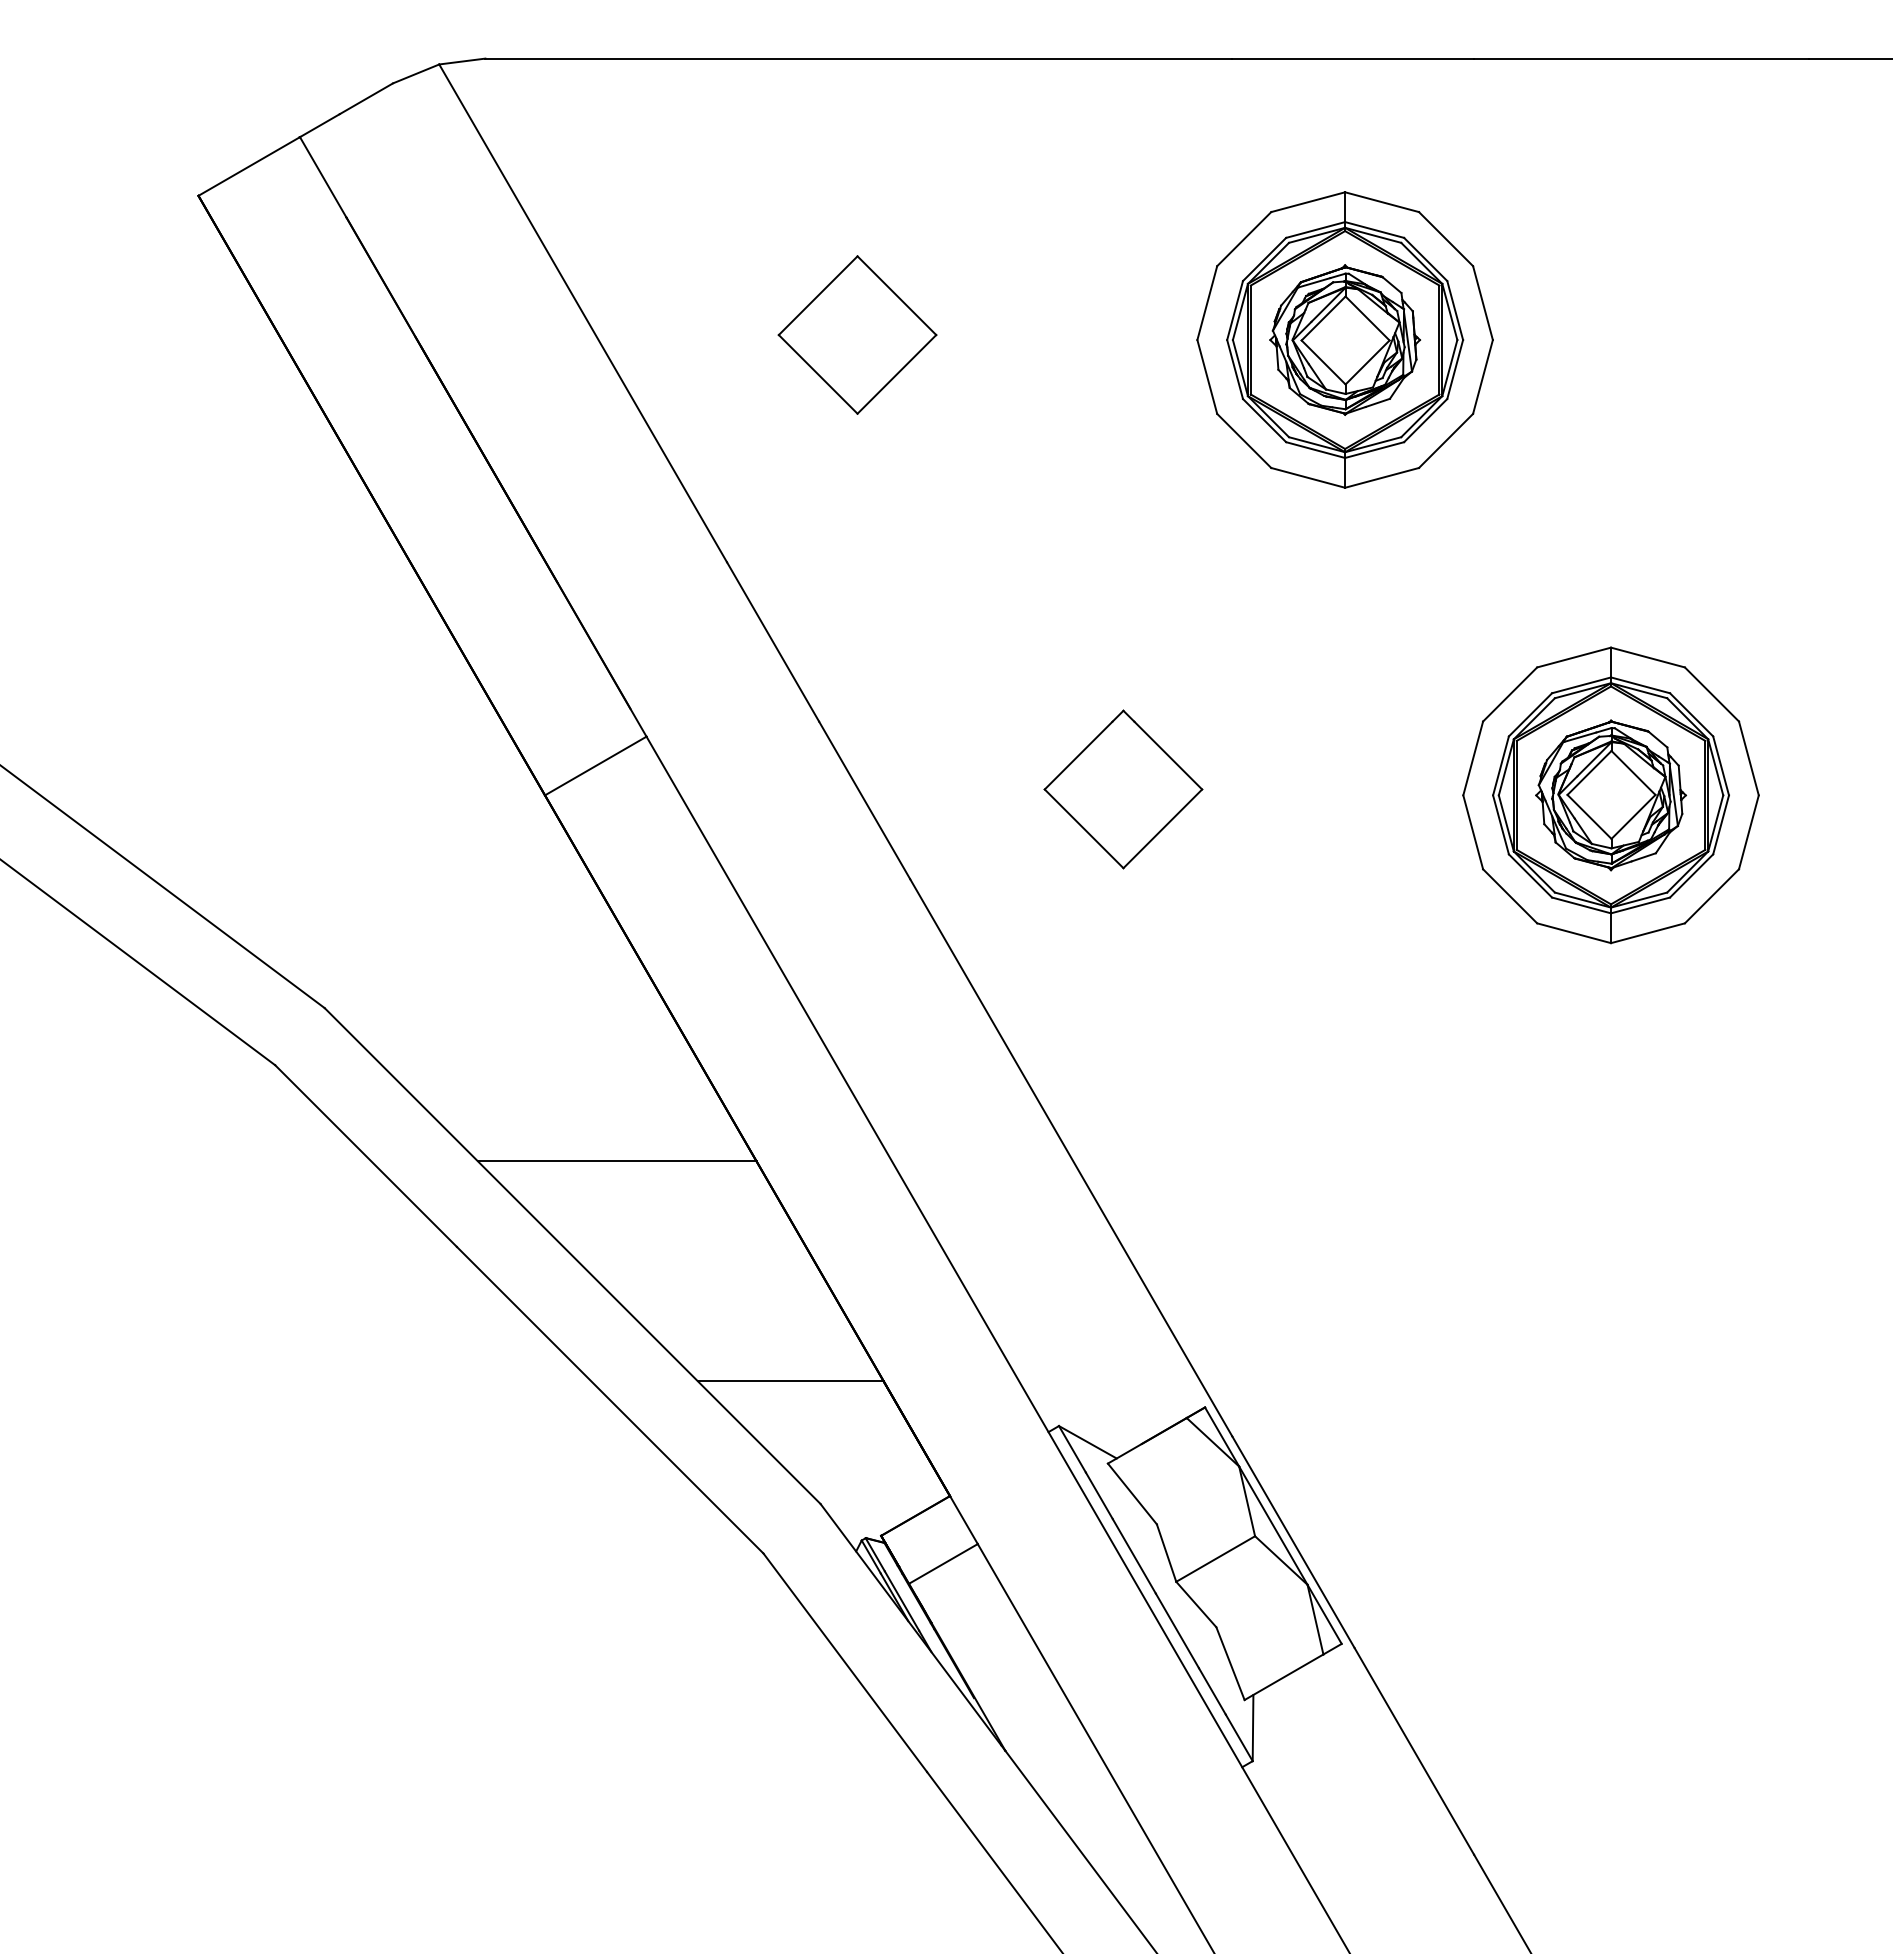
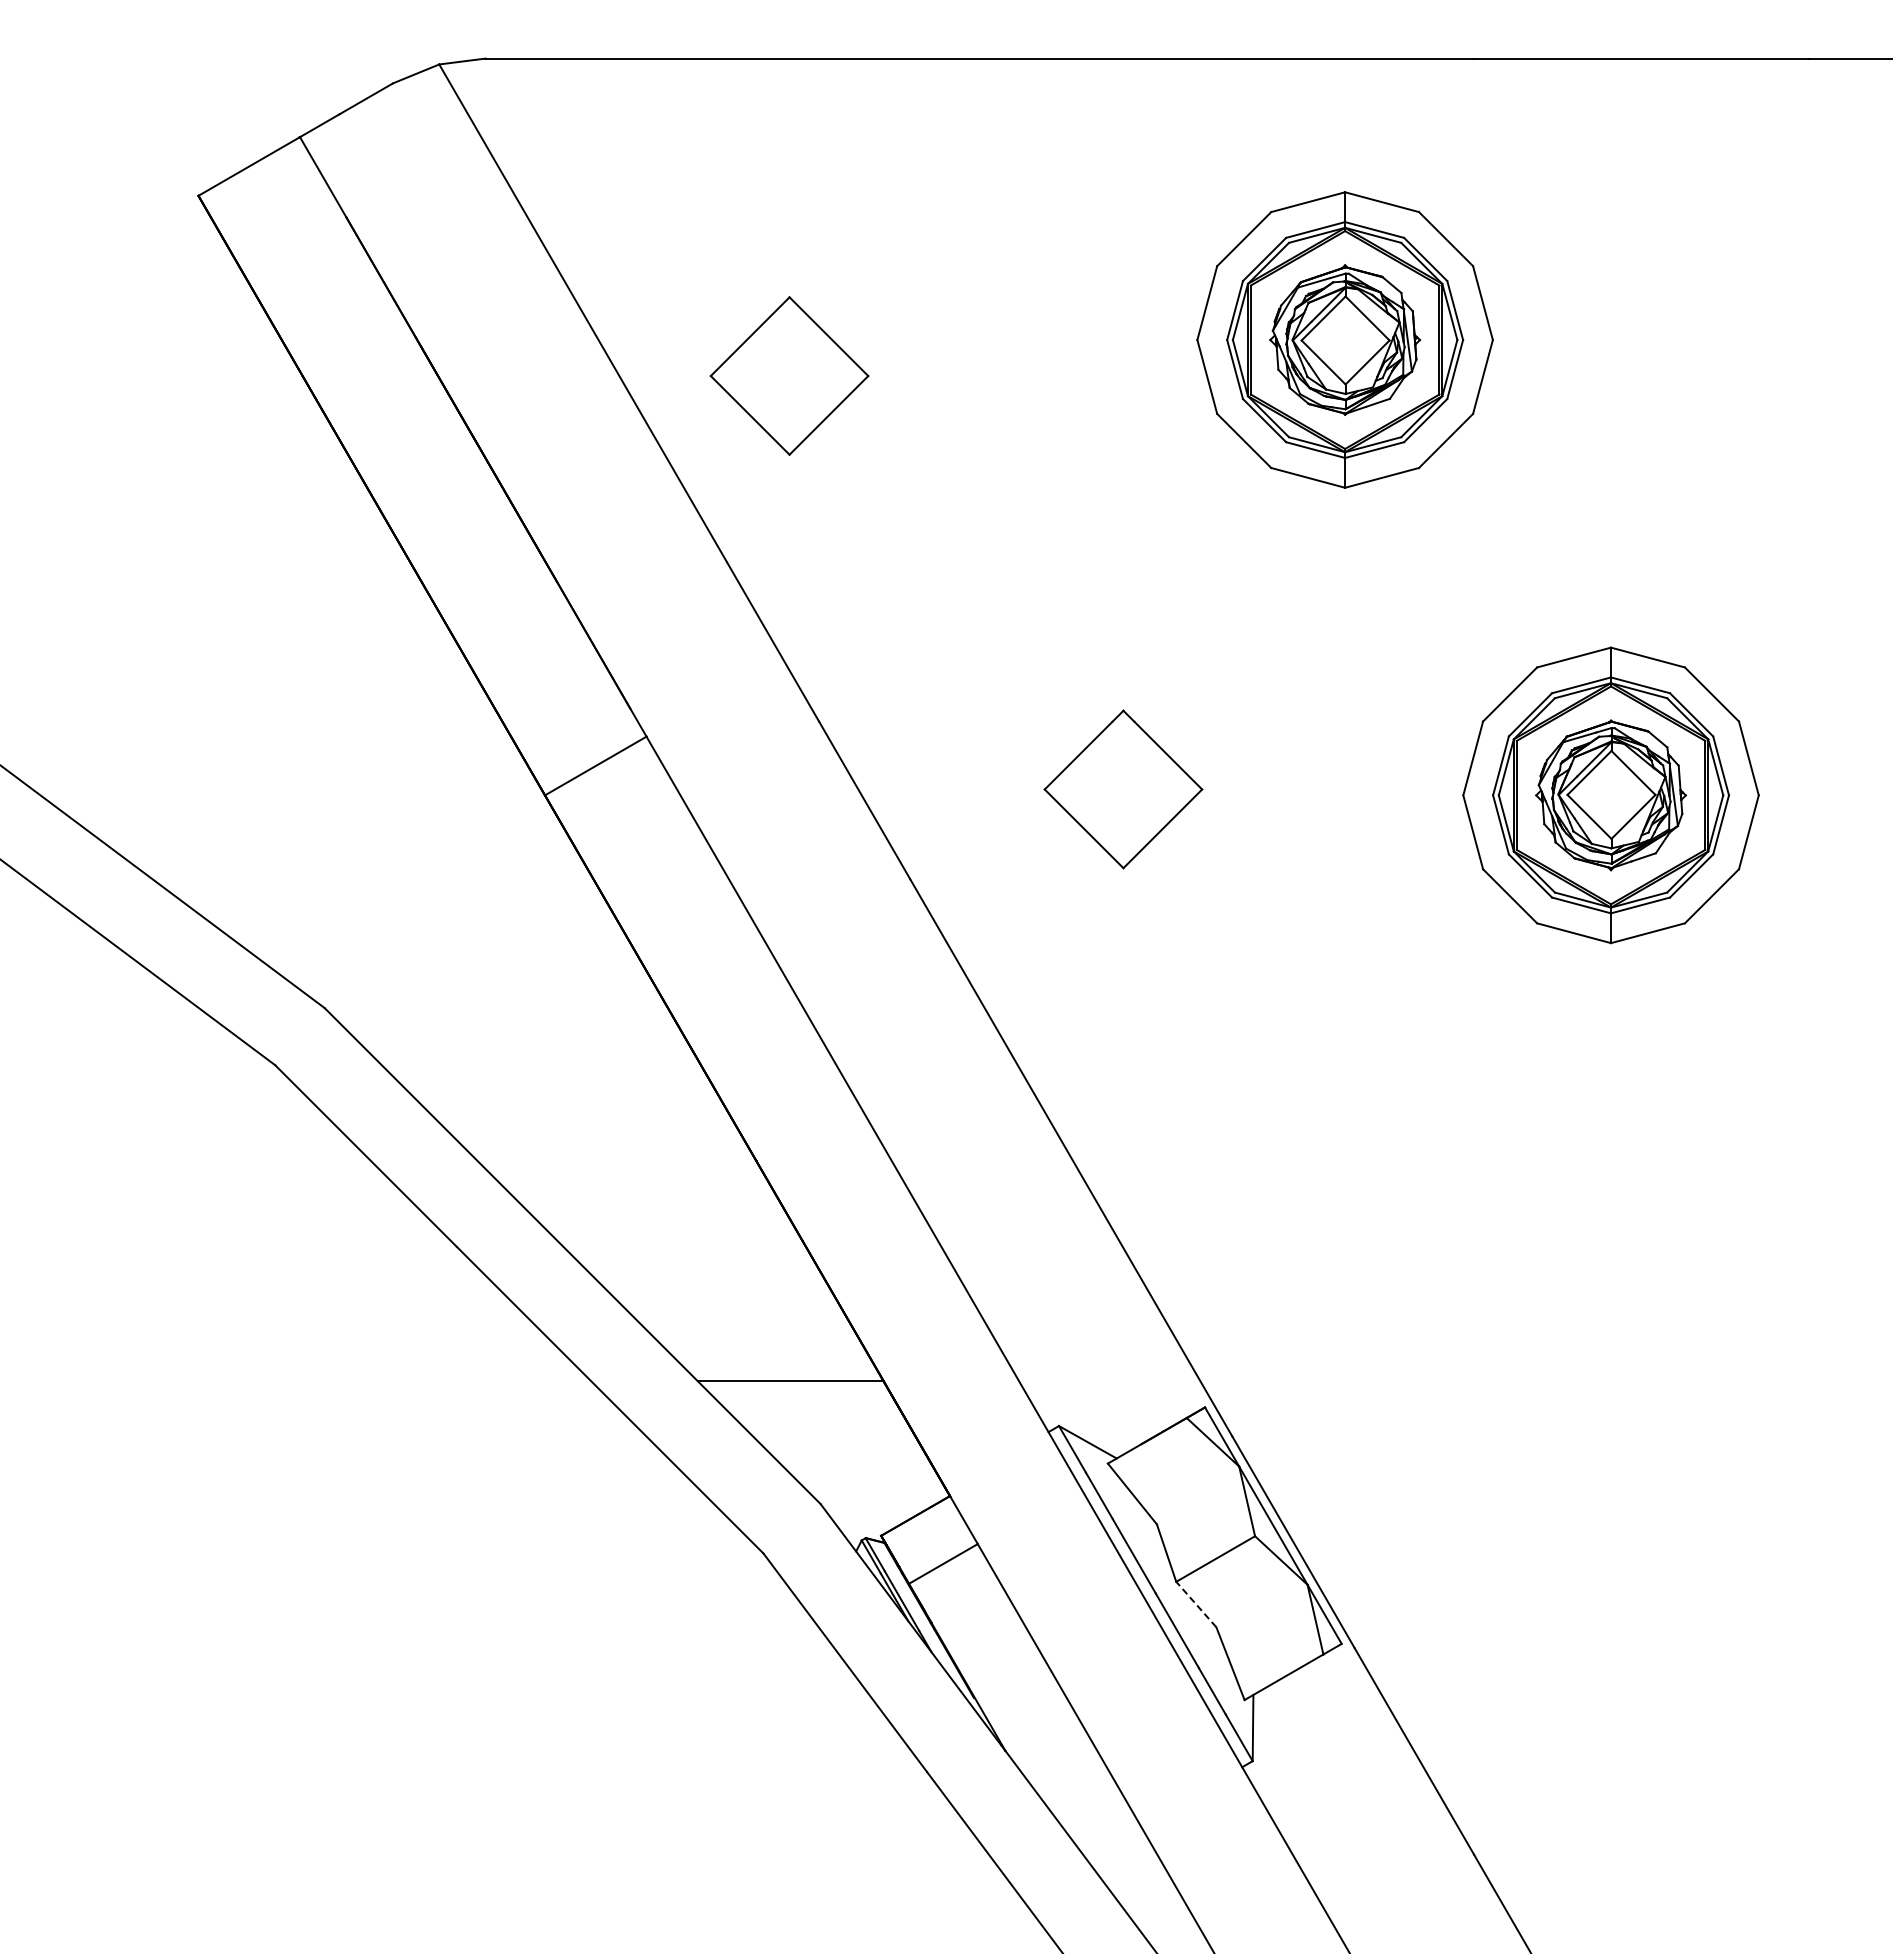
part at (857, 334) position: (857, 334) -> (789, 375)
line at (616, 1161): present -> none
line at (1195, 1604): solid -> dashed
